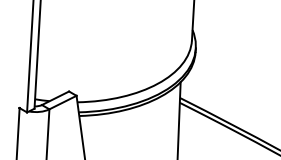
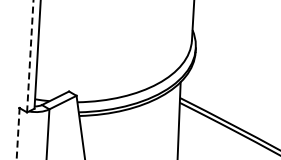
line at (30, 56): solid -> dashed
line at (18, 134): solid -> dashed
